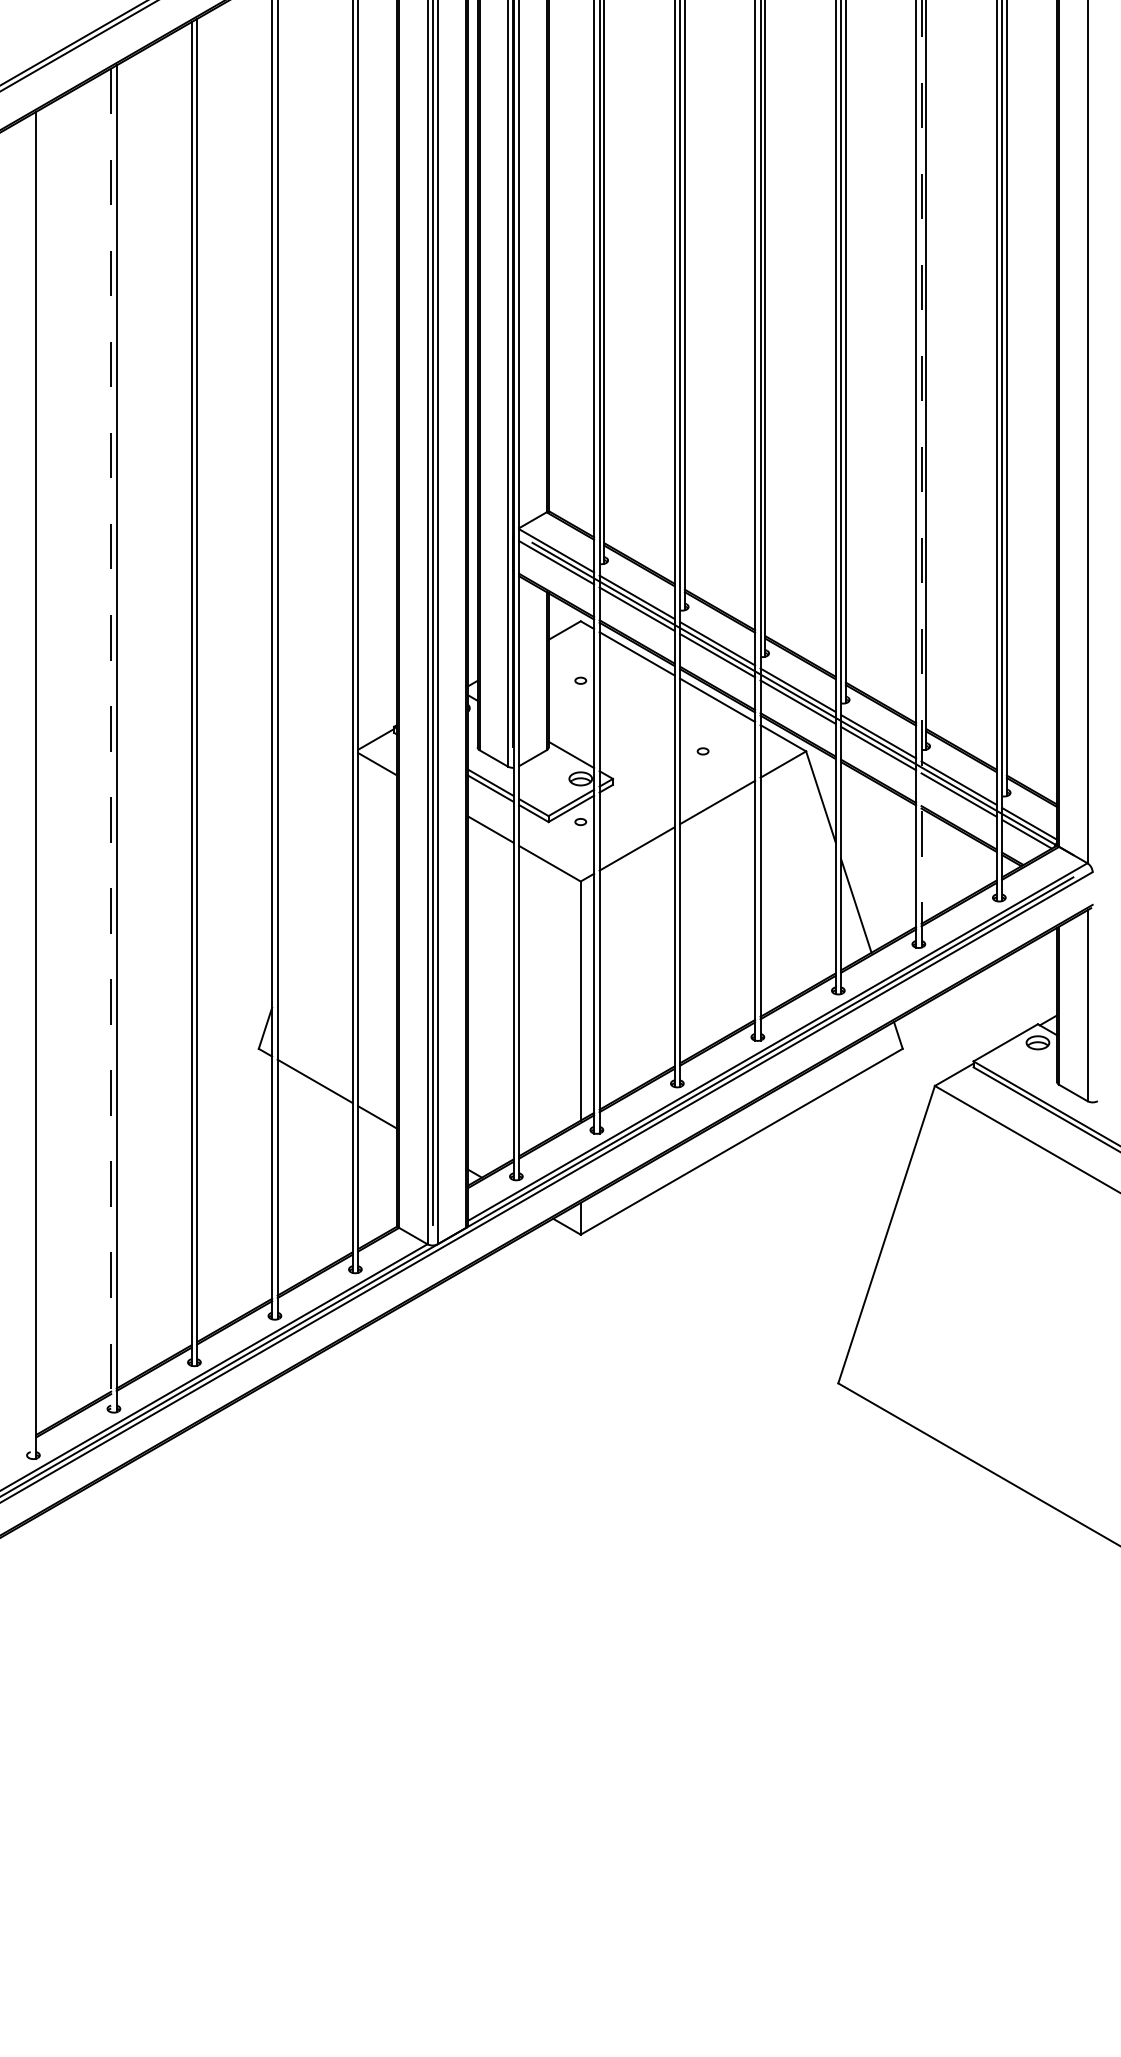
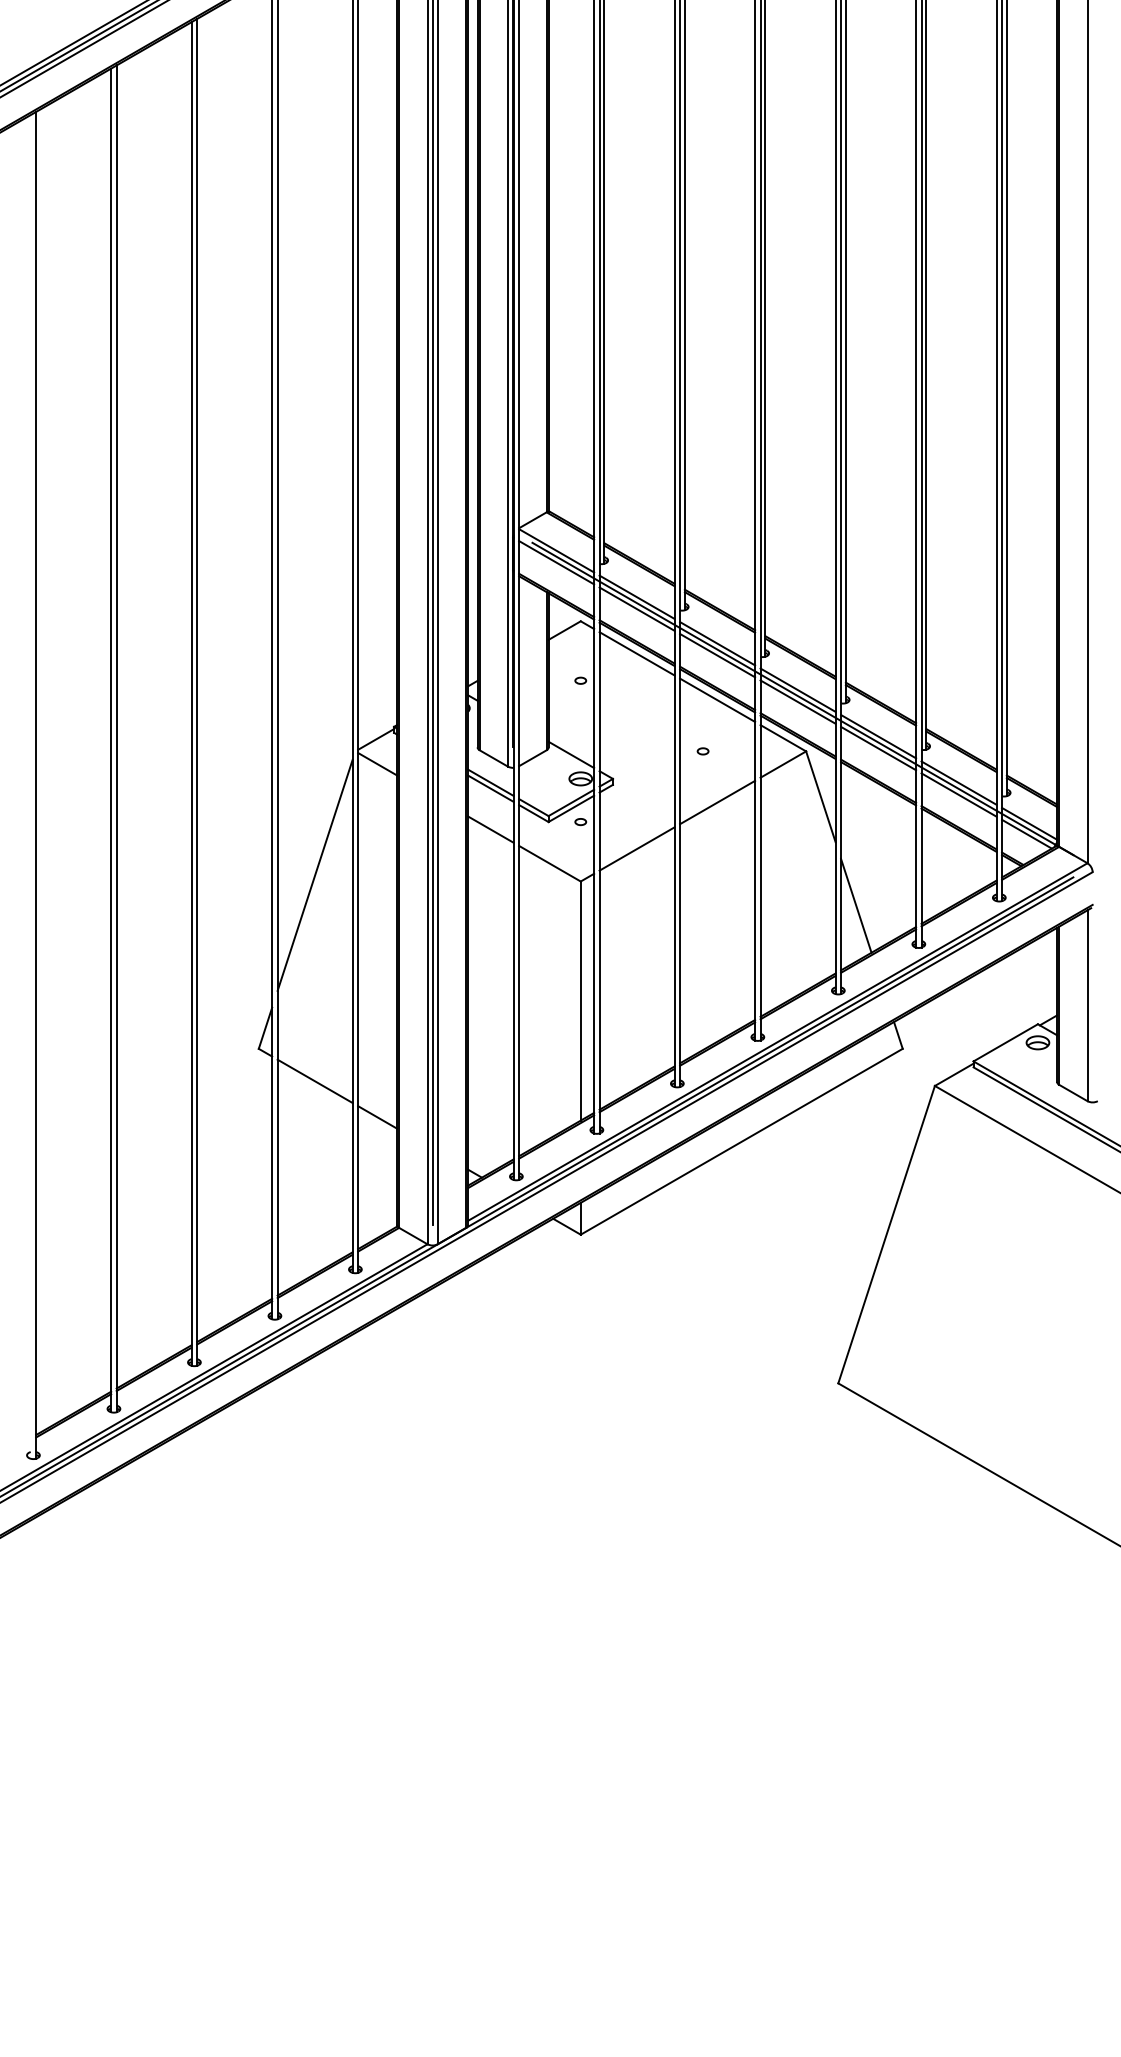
line at (83, 49): none -> present
line at (921, 473): dashed -> solid
line at (111, 740): dashed -> solid
line at (314, 874): none -> present
